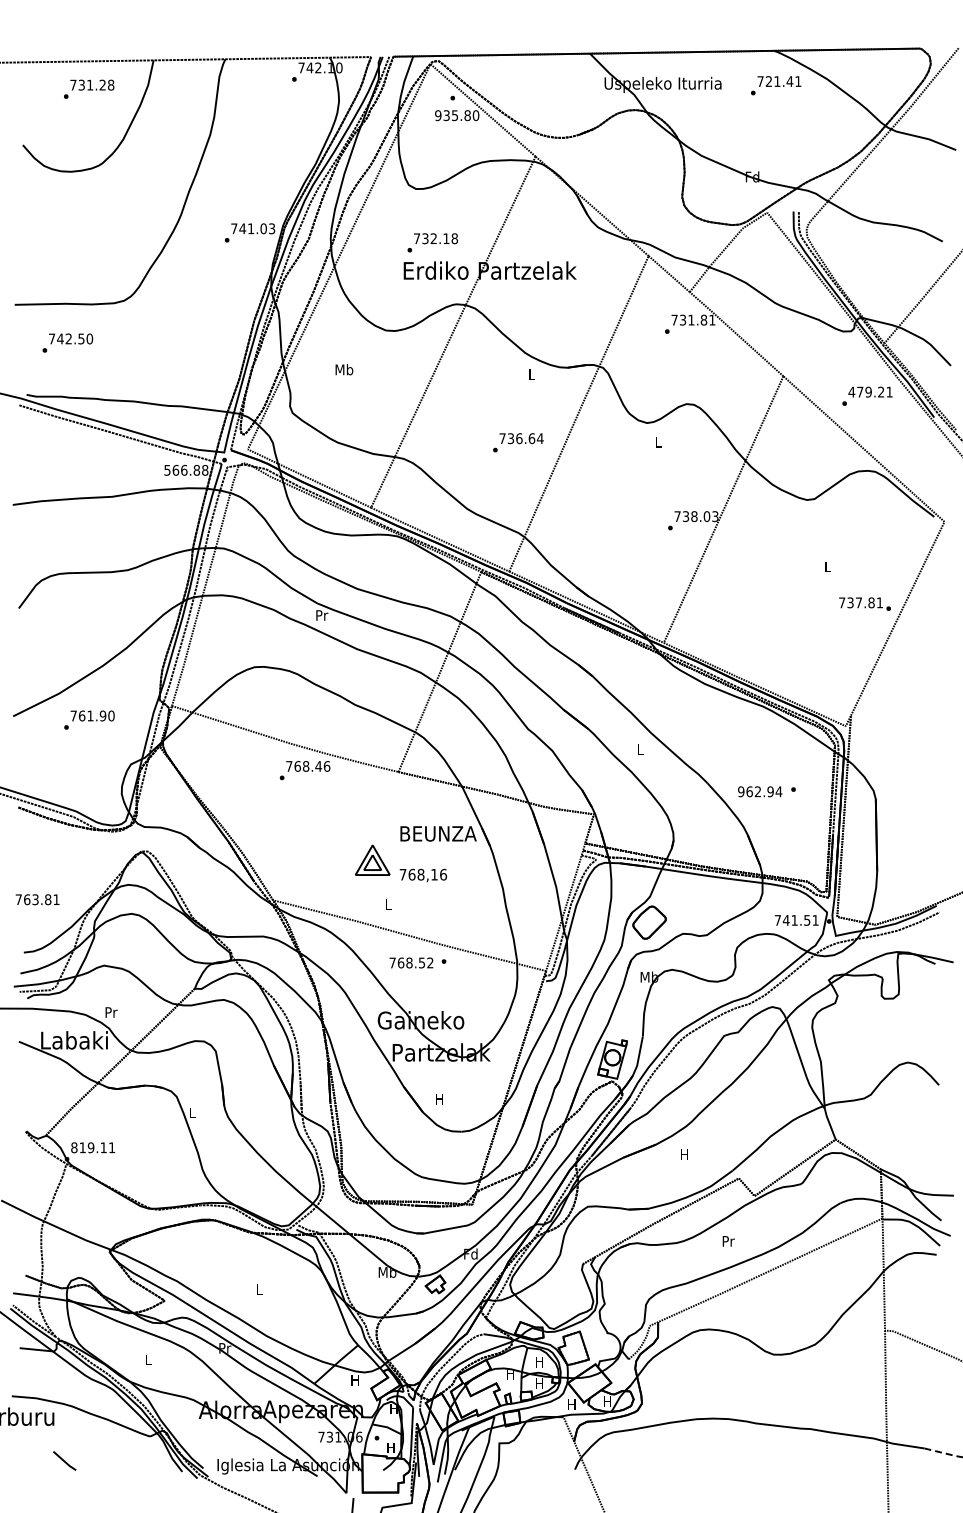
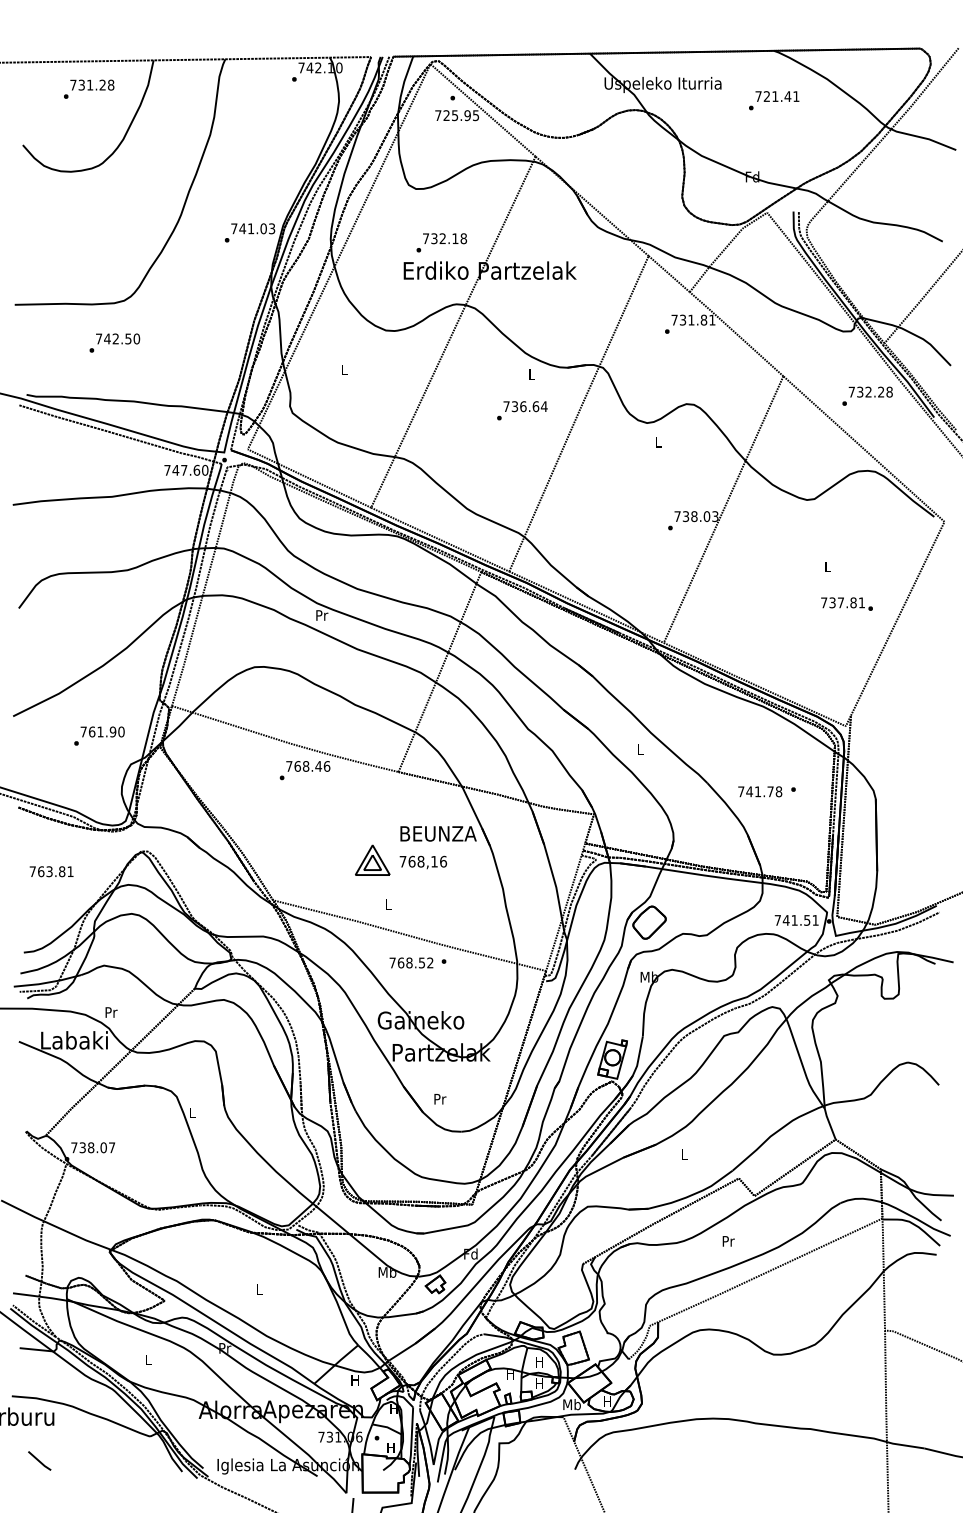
text at (776, 85) position: (776, 85) -> (774, 100)
text at (457, 115): 935.80 -> 725.95
text at (432, 242) position: (432, 242) -> (441, 242)
text at (67, 342) position: (67, 342) -> (114, 342)
text at (344, 369): Mb -> L
text at (870, 391): 479.21 -> 732.28
text at (518, 442) position: (518, 442) -> (522, 410)
text at (186, 469): 566.88 -> 747.60
text at (864, 603) position: (864, 603) -> (846, 603)
text at (89, 719) position: (89, 719) -> (99, 735)
text at (759, 791): 962.94 -> 741.78
text at (422, 875) position: (422, 875) -> (422, 862)
text at (37, 899) position: (37, 899) -> (51, 871)
text at (440, 1099): H -> Pr
text at (93, 1147): 819.11 -> 738.07
text at (684, 1154): H -> L
text at (571, 1404): H -> Mb
line at (944, 1453): dashed -> solid
line at (64, 1460) position: (64, 1460) -> (39, 1460)
